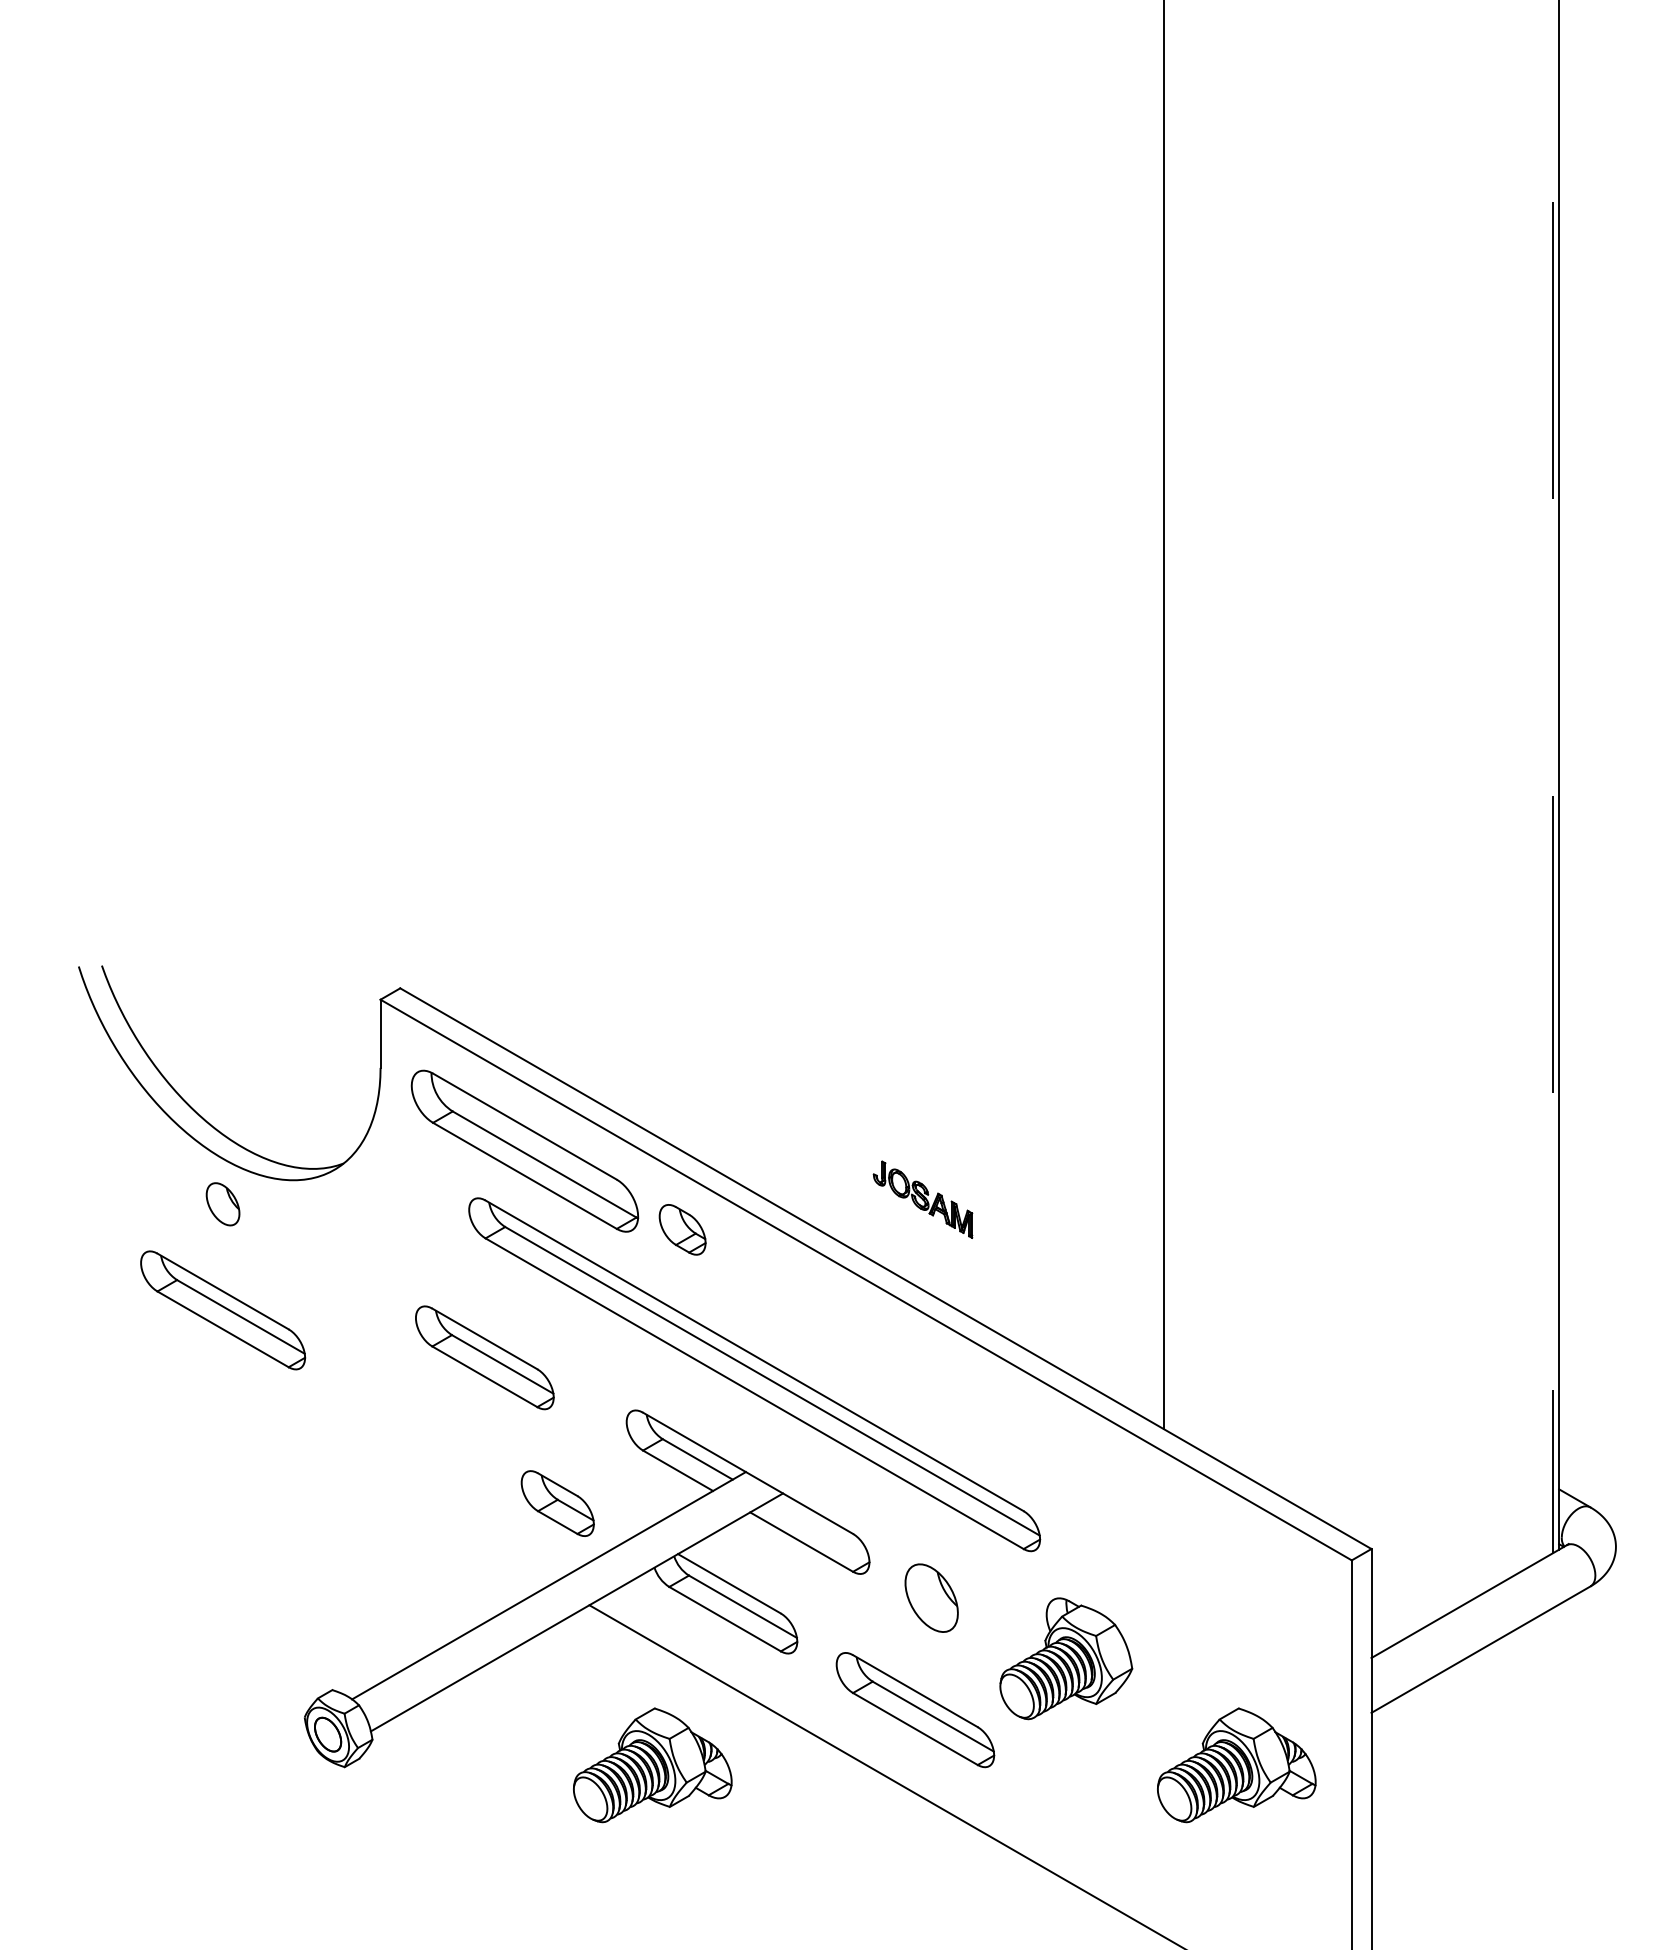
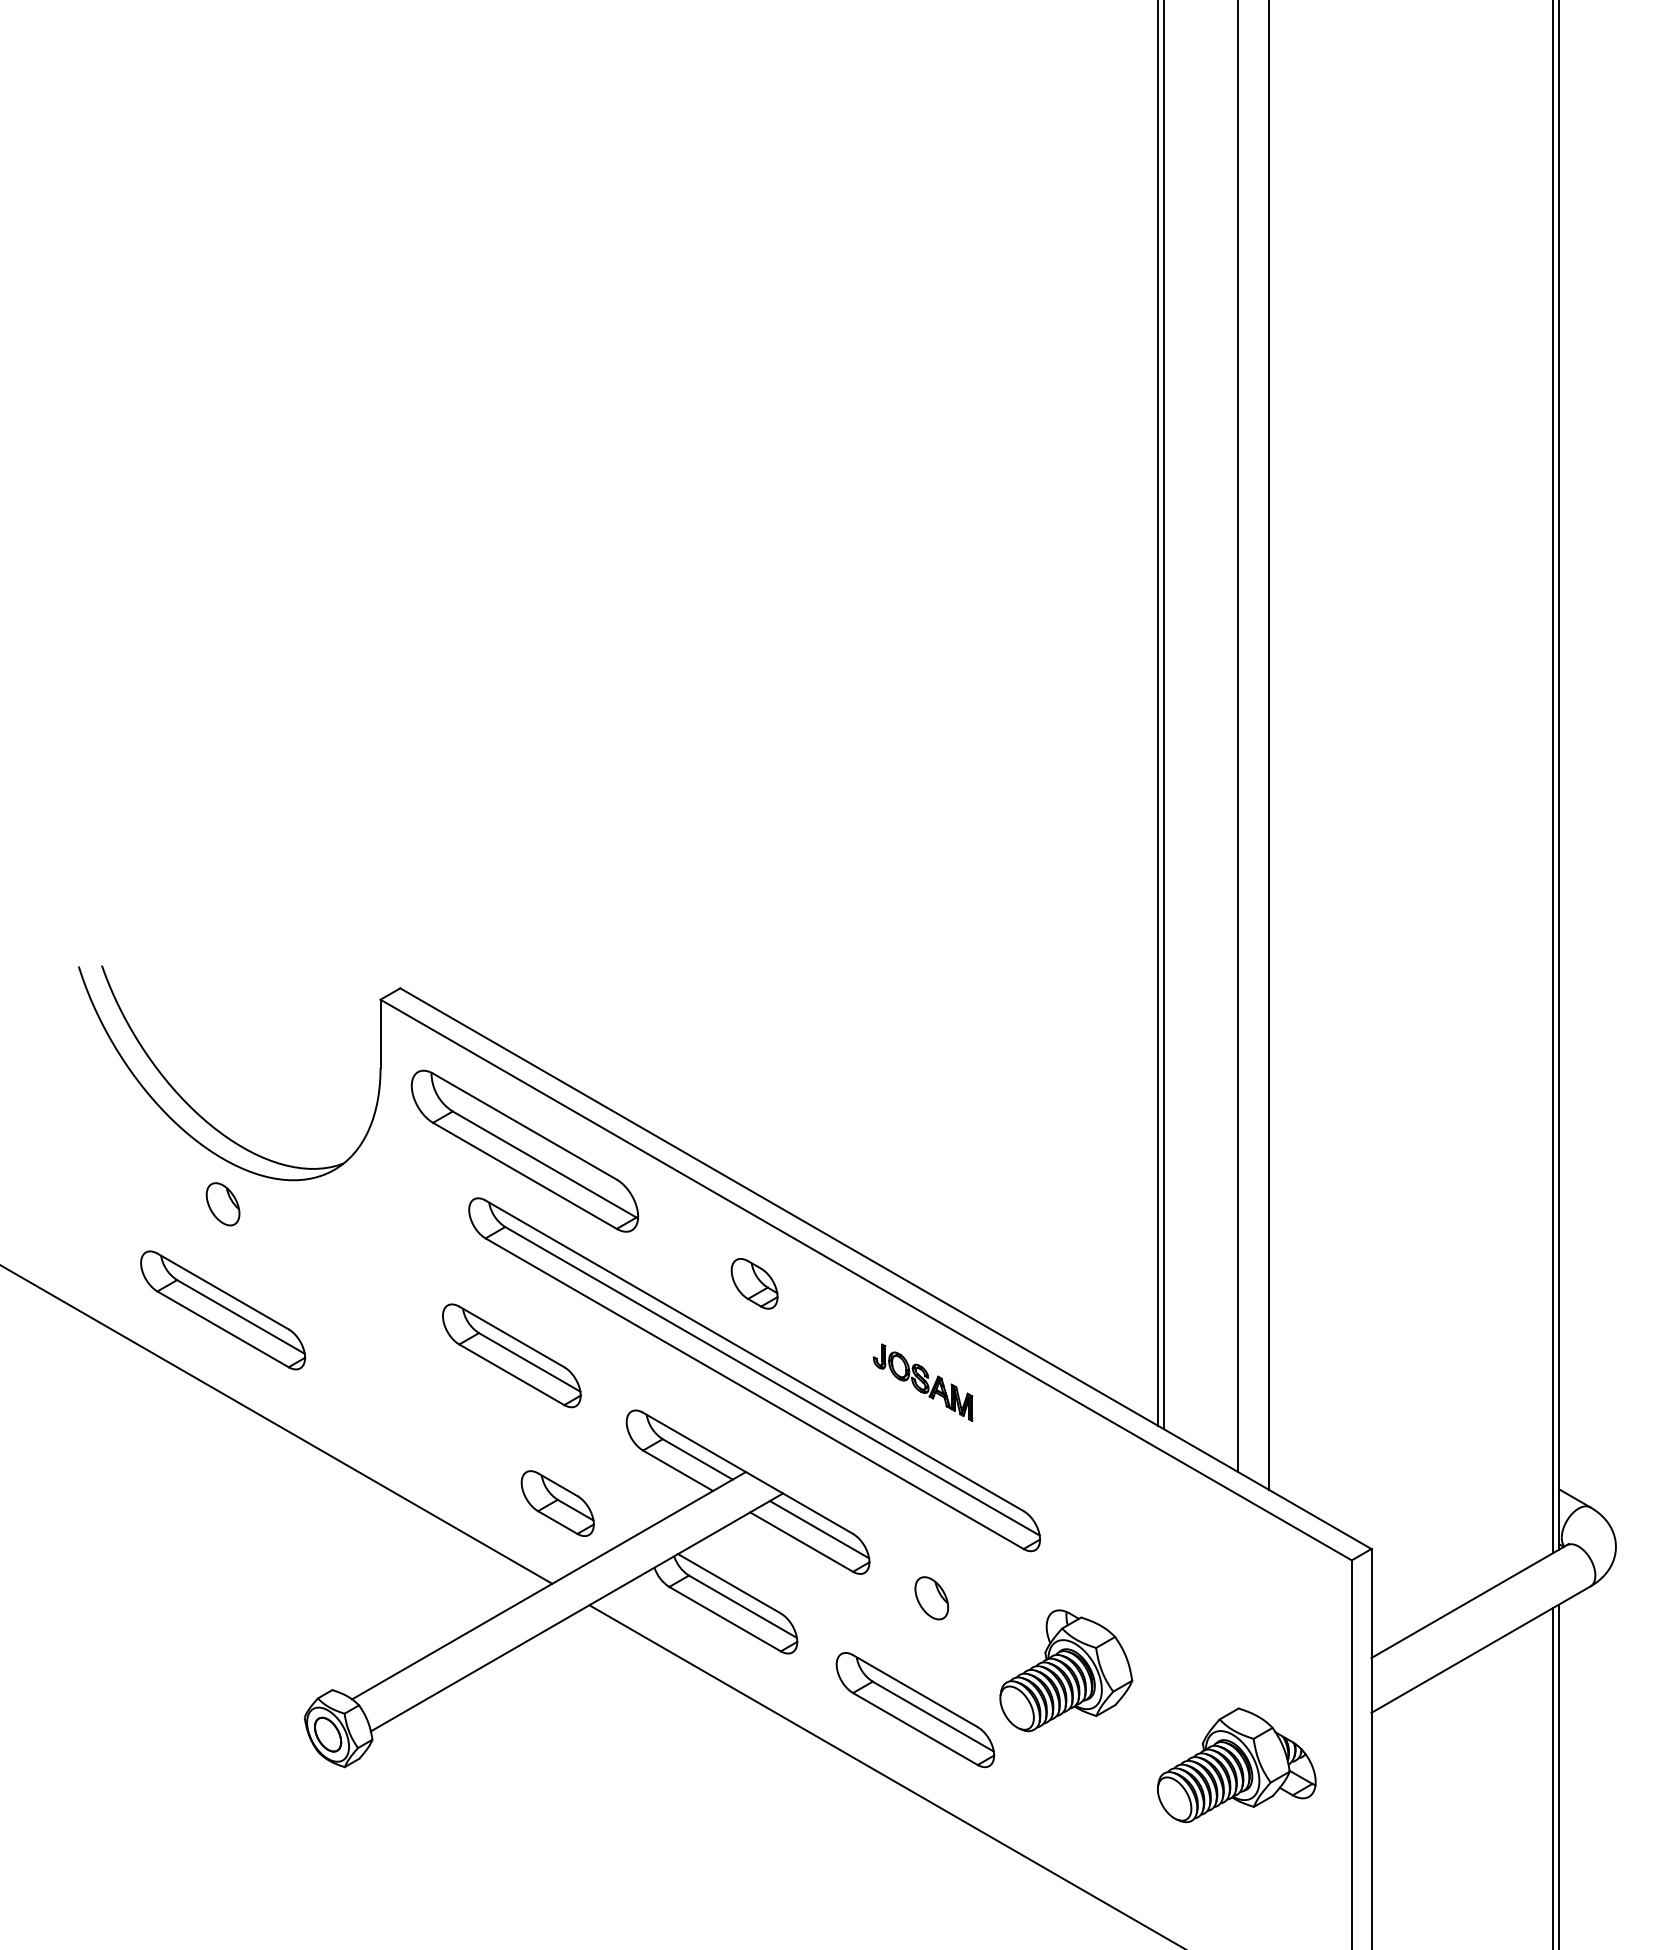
line at (1157, 713): none -> present
line at (1237, 736): none -> present
line at (1269, 745): none -> present
line at (1552, 777): dashed -> solid
part at (922, 1199) position: (922, 1199) -> (922, 1382)
part at (682, 1229) position: (682, 1229) -> (754, 1283)
part at (484, 1357) position: (484, 1357) -> (511, 1355)
line at (277, 1424): none -> present
line at (819, 1529): none -> present
part at (931, 1597) size: 55x70 px -> 36x45 px
part at (1066, 1658) position: (1066, 1658) -> (1066, 1670)
part at (652, 1765): present -> none
line at (1559, 1775): none -> present
line at (1552, 1777): none -> present
